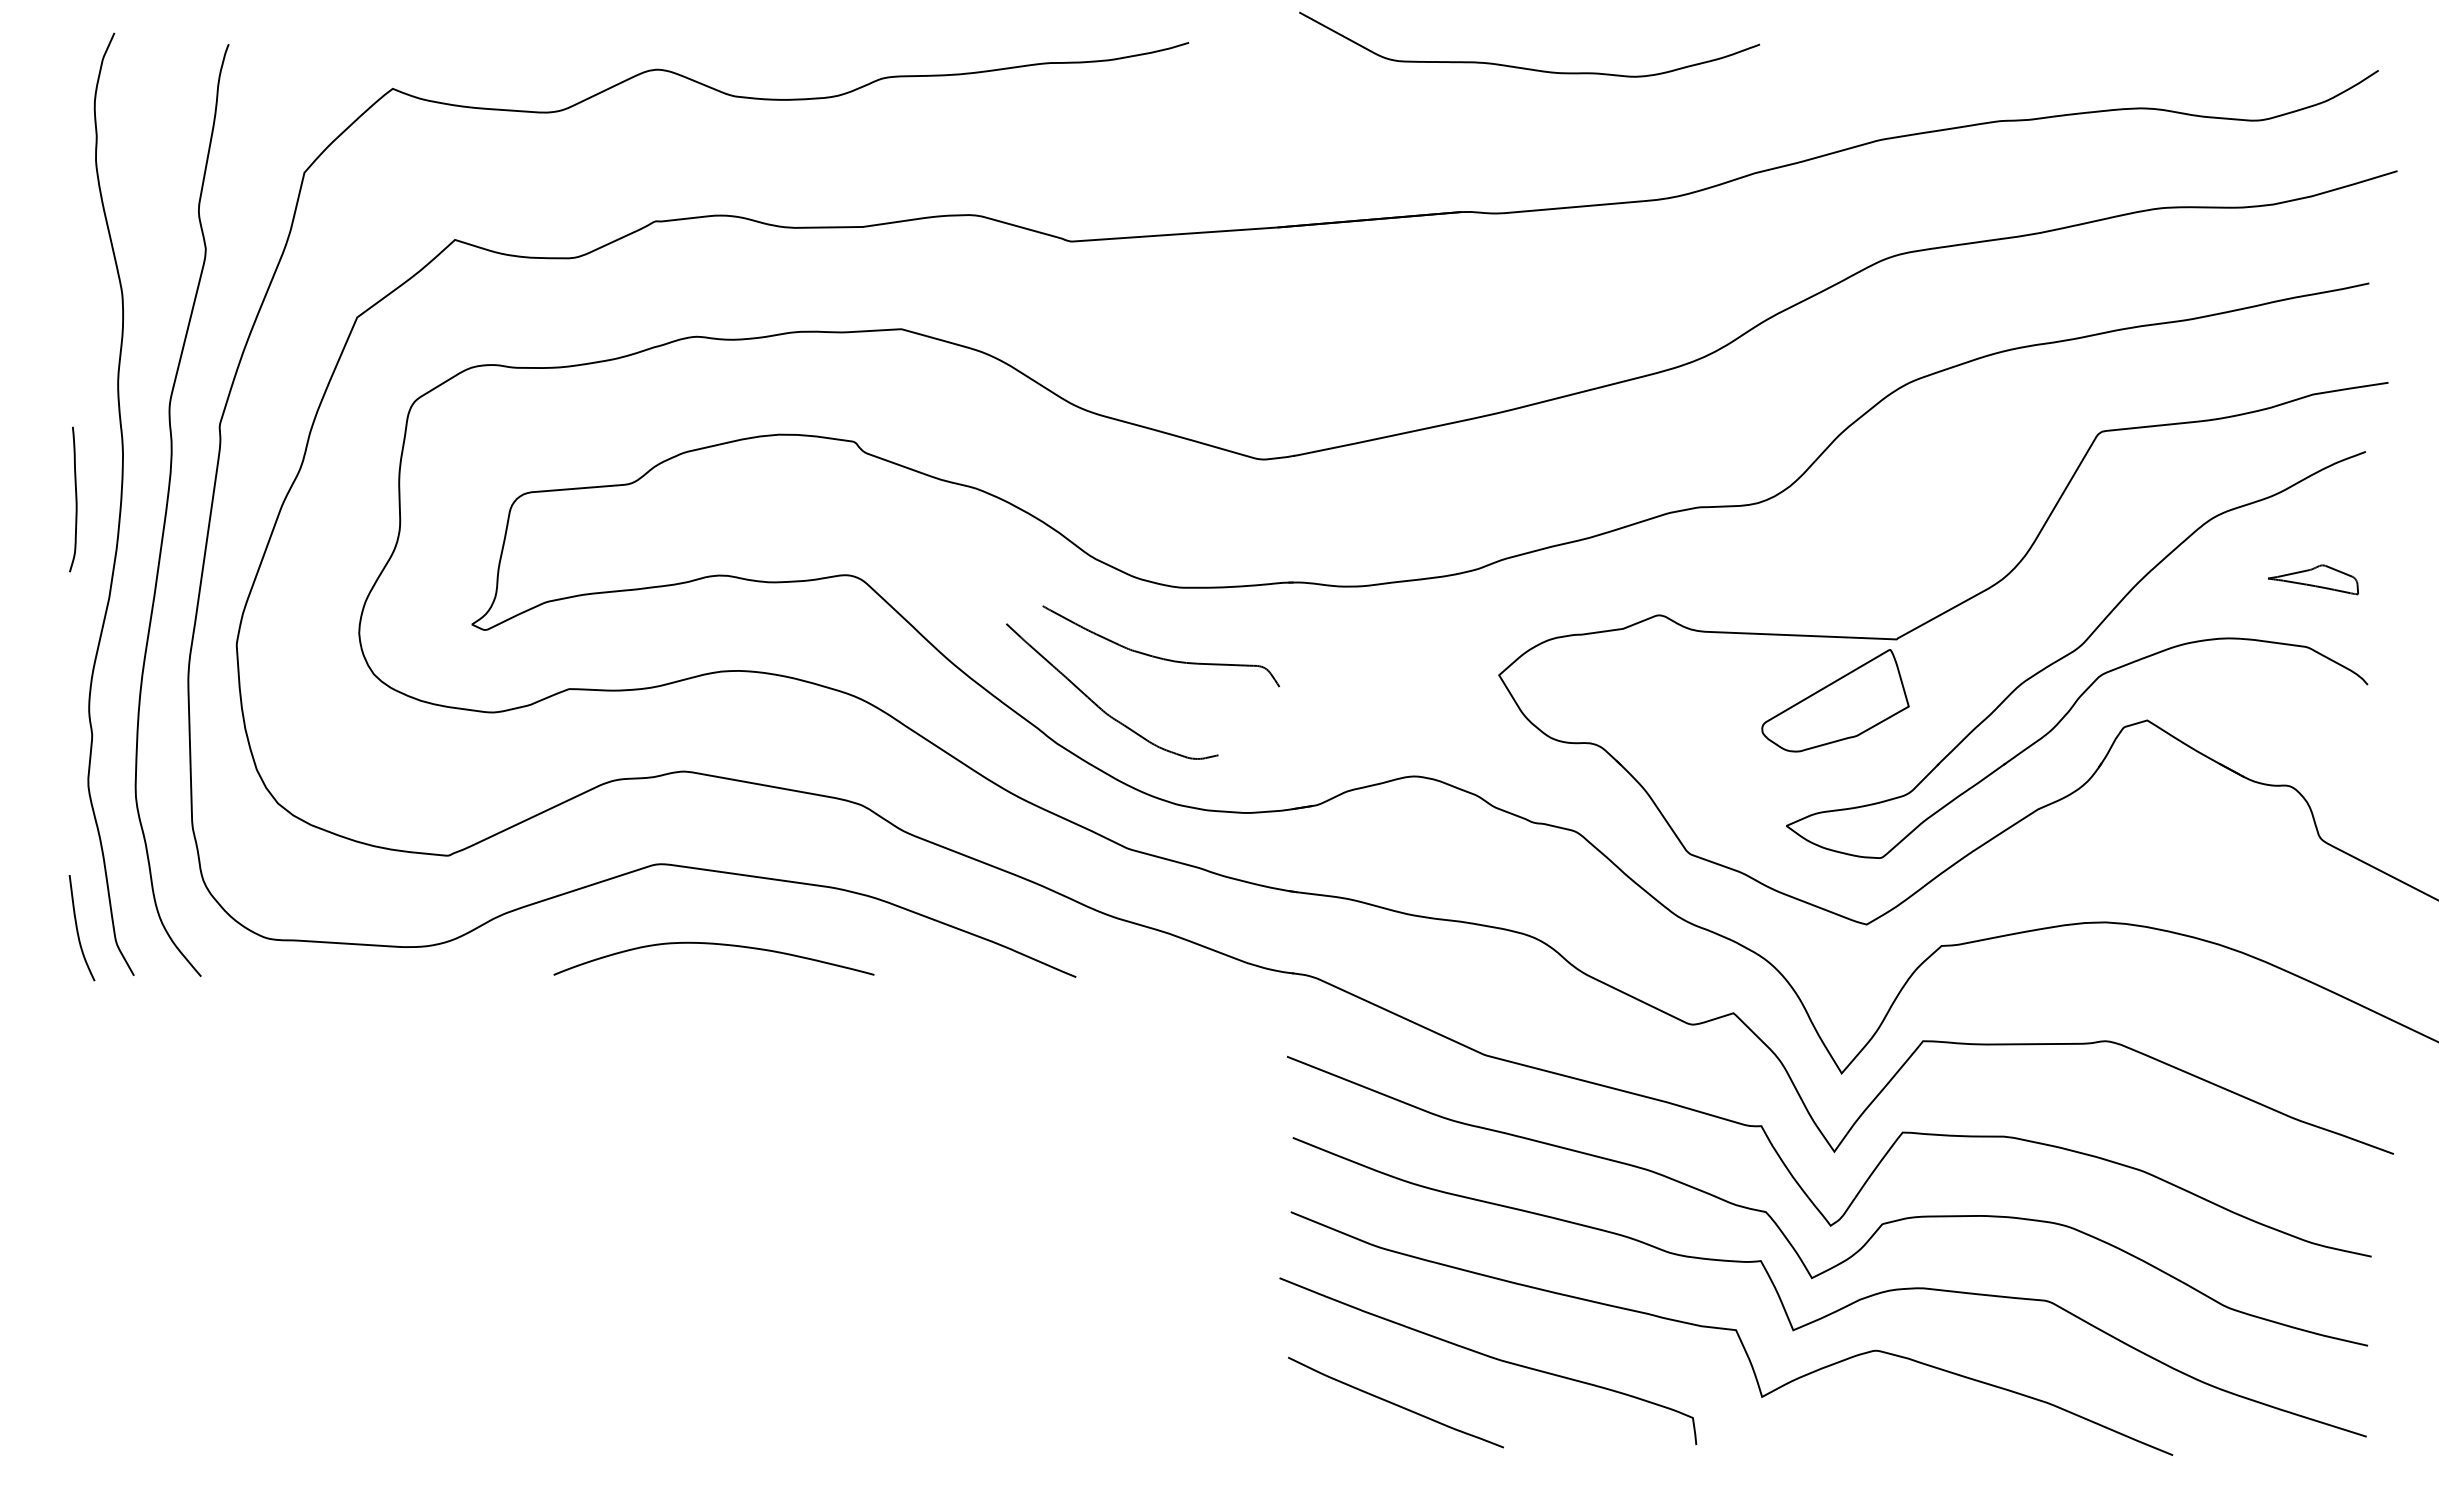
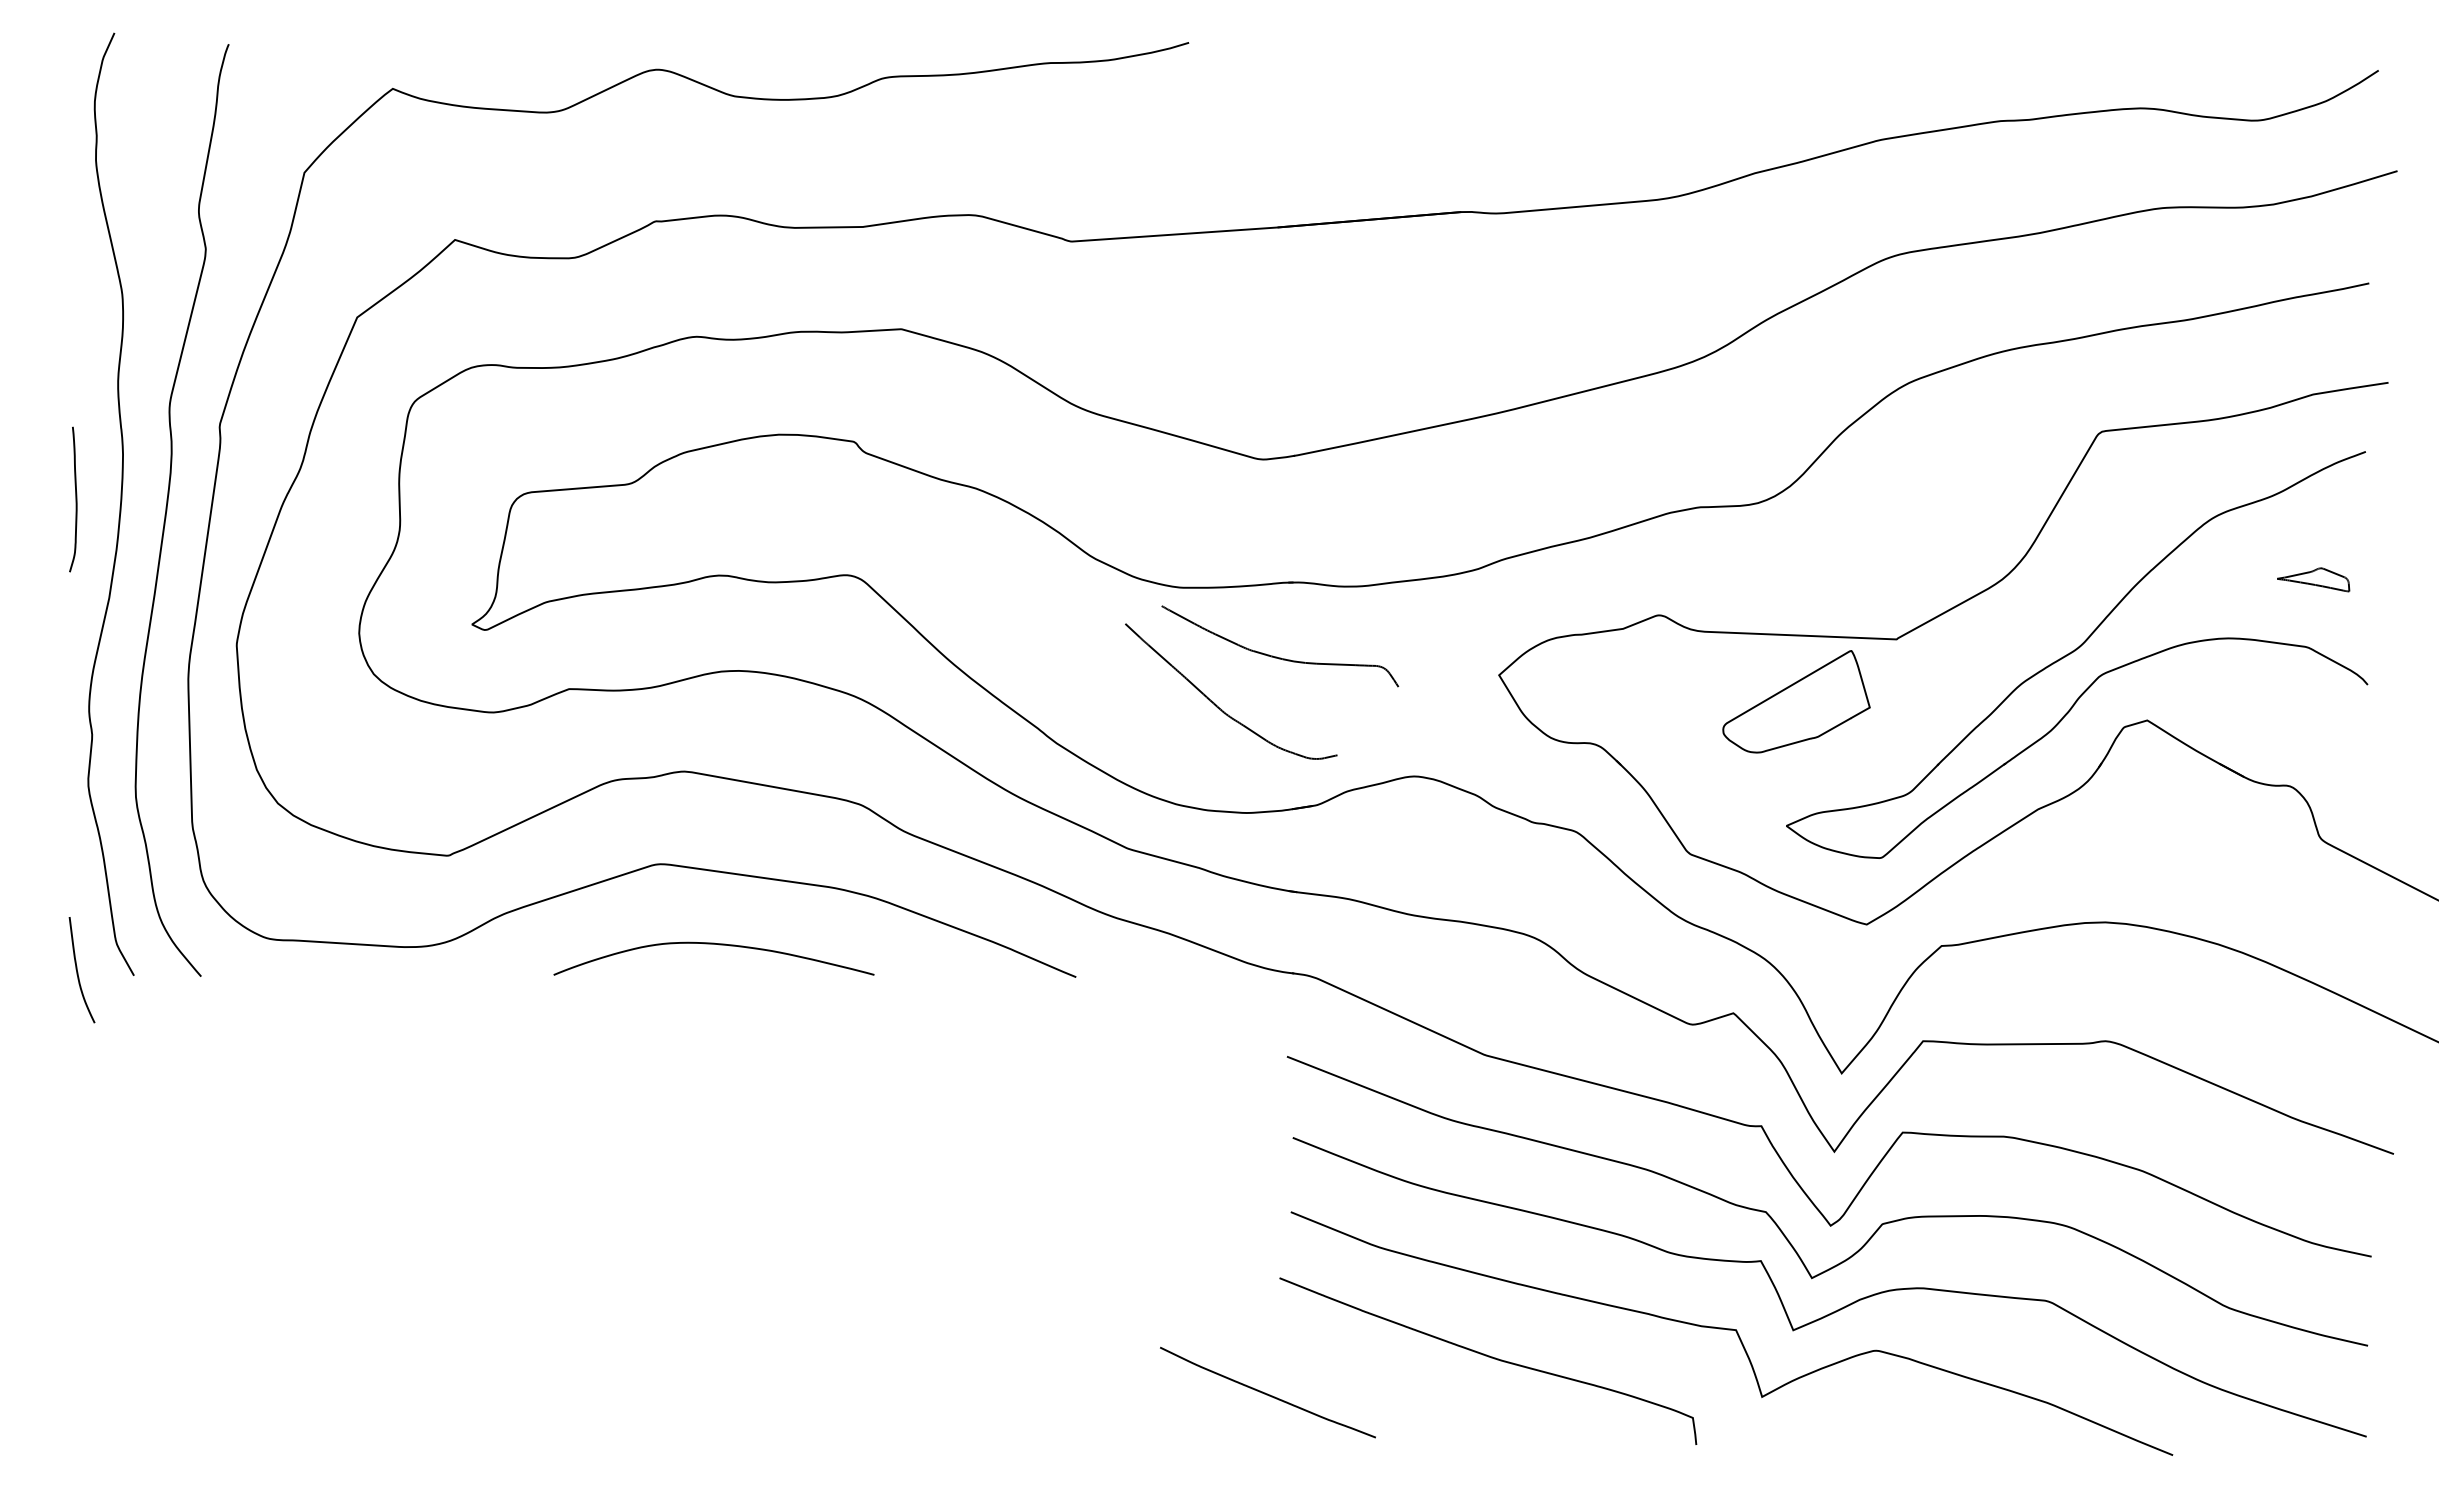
curve at (1525, 67): present -> none
part at (2313, 579) size: 92x32 px -> 74x26 px
part at (1148, 656) position: (1148, 656) -> (1267, 656)
part at (1835, 700) position: (1835, 700) -> (1796, 701)
curve at (78, 930) position: (78, 930) -> (78, 972)
curve at (1395, 1403) position: (1395, 1403) -> (1267, 1393)
